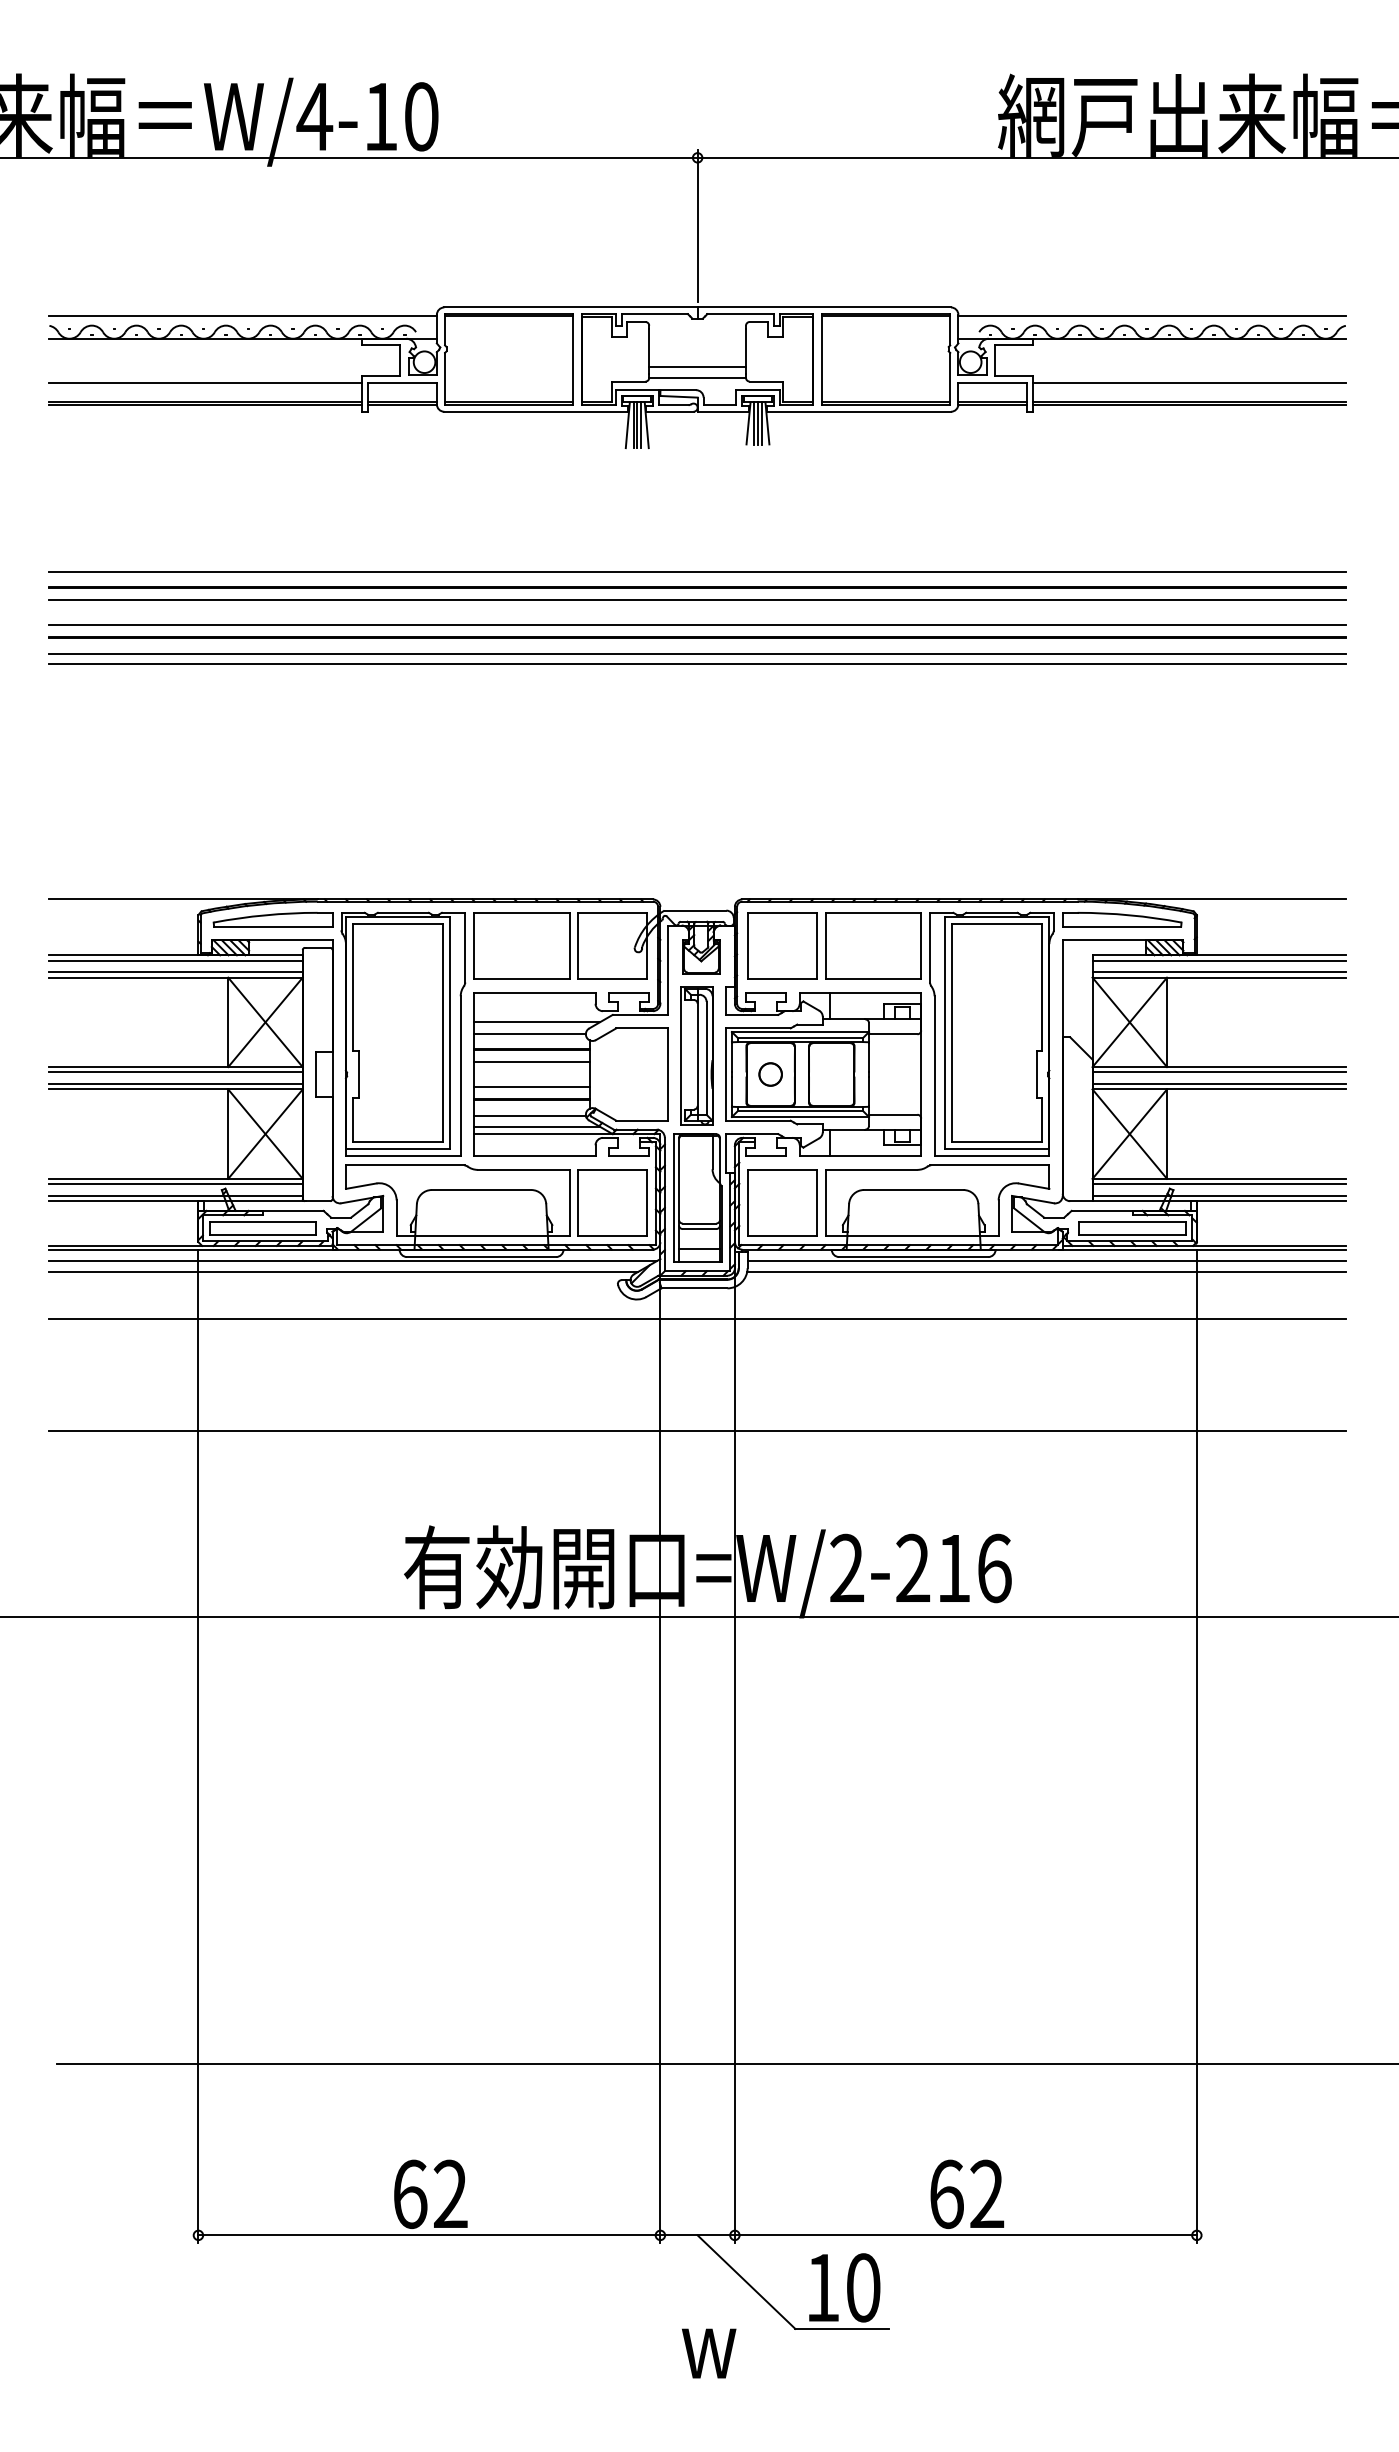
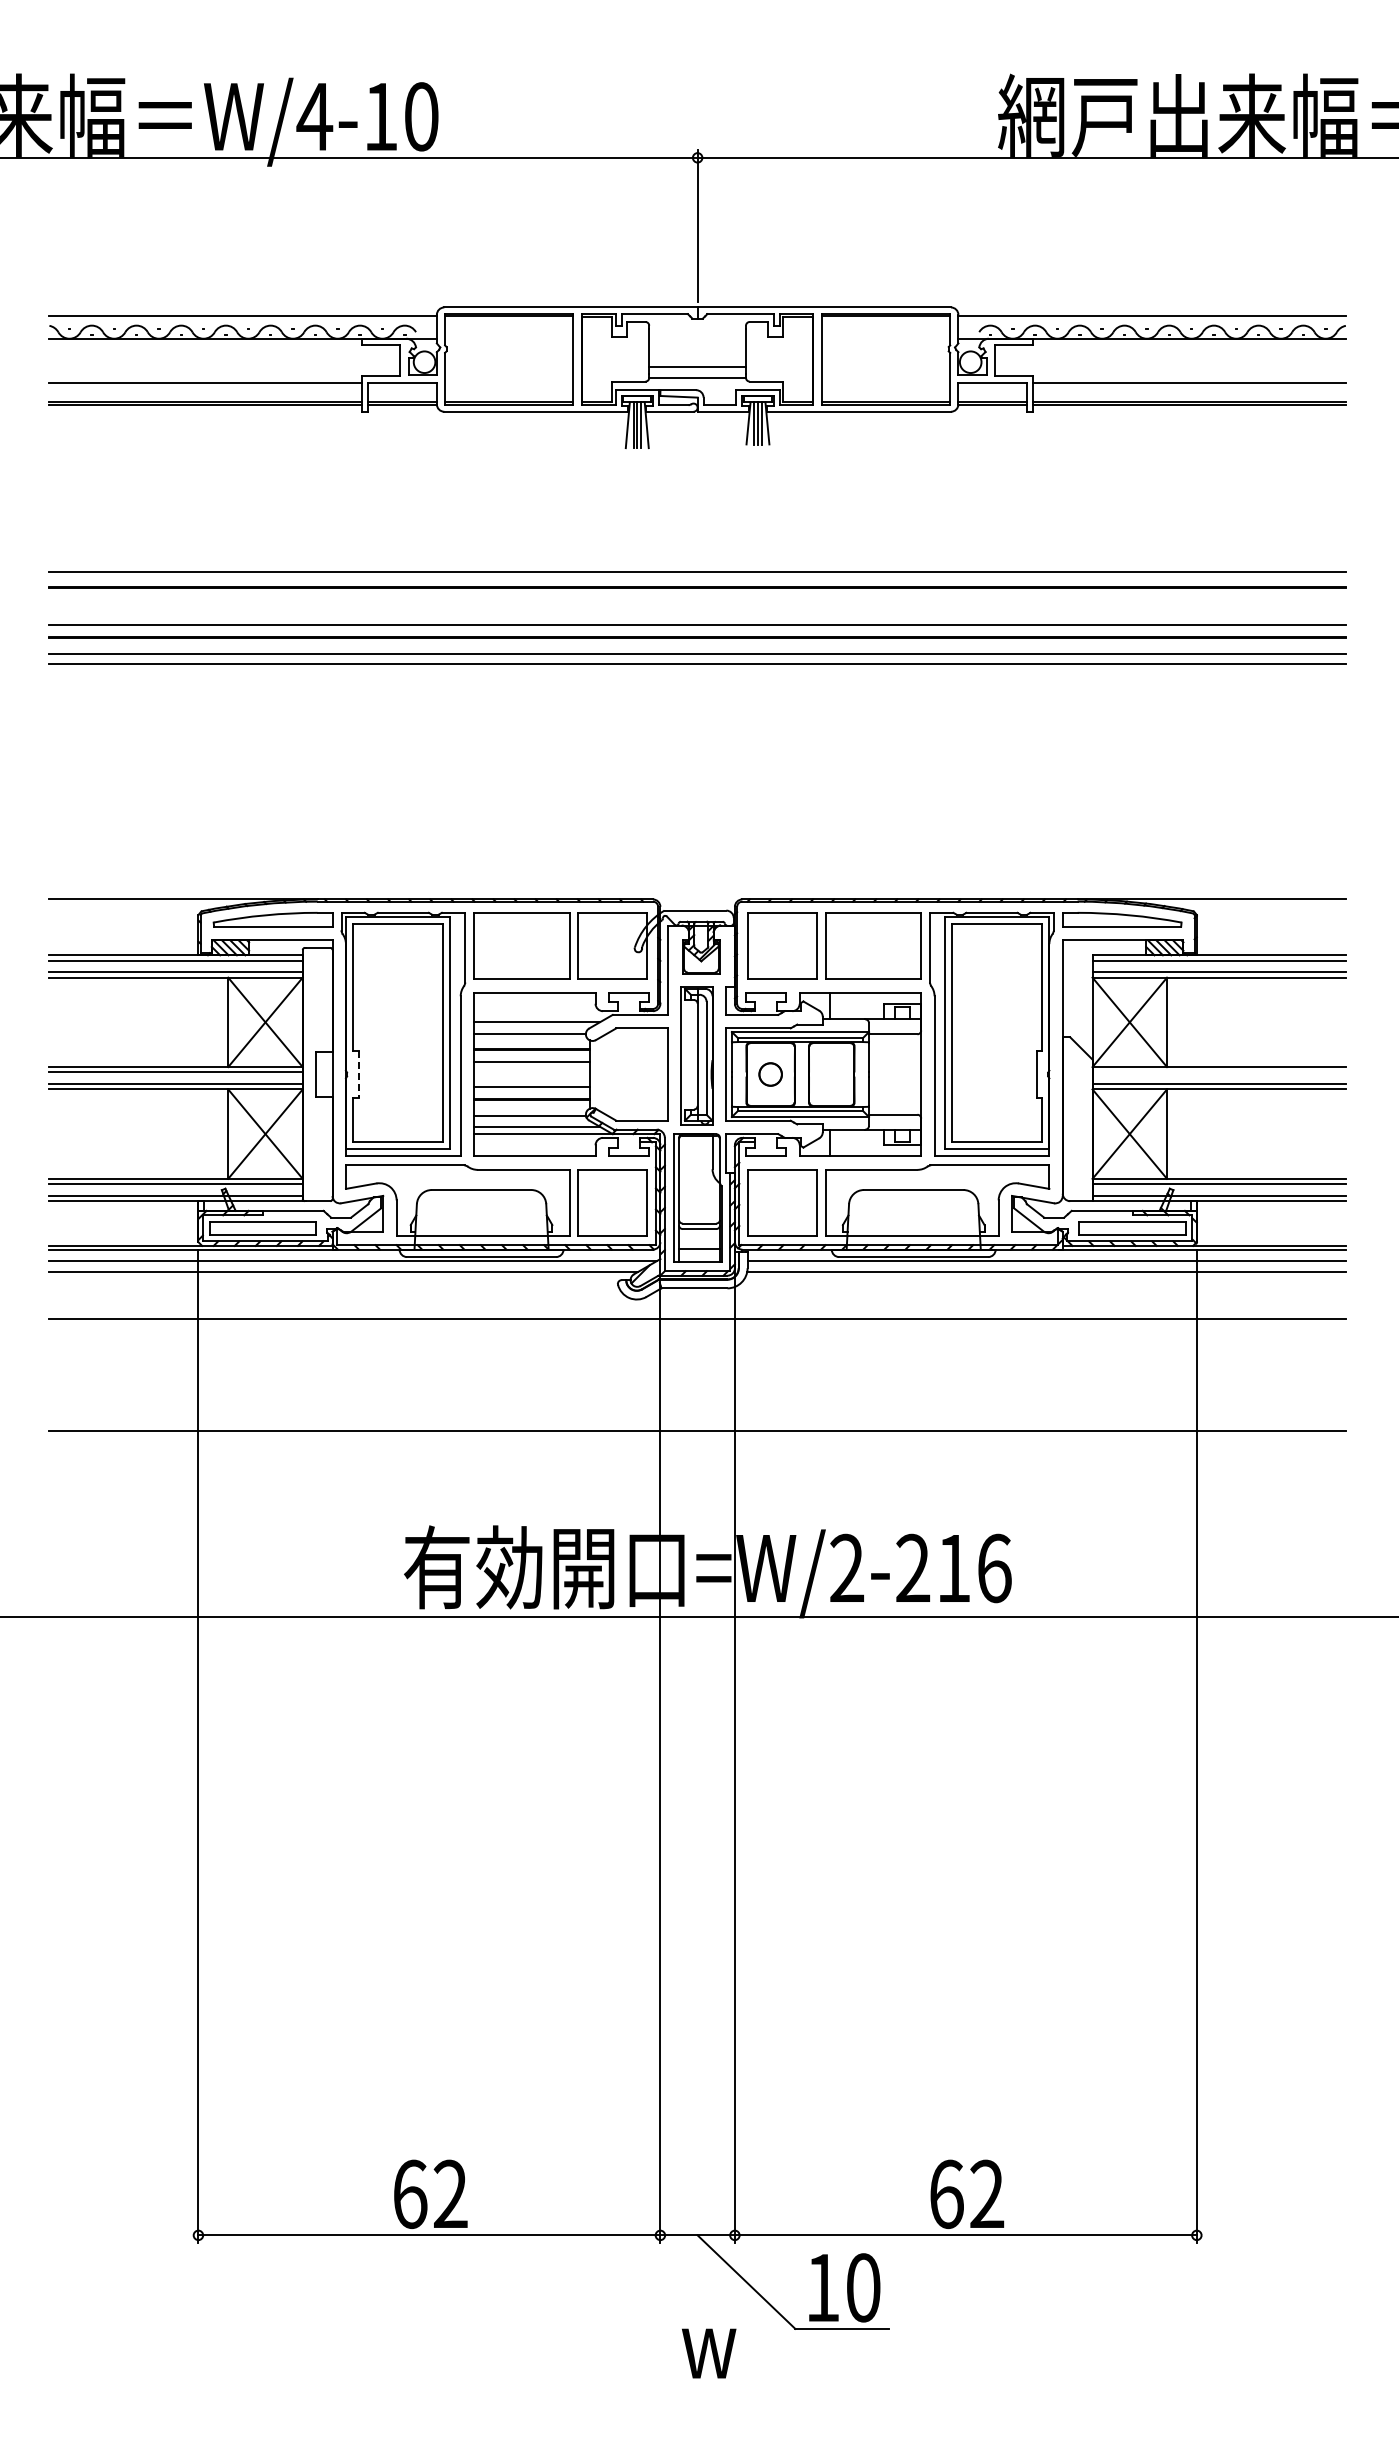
line at (697, 599): present -> none
line at (1218, 1072): present -> none
line at (358, 1075): solid -> dashed
line at (725, 2064): present -> none
